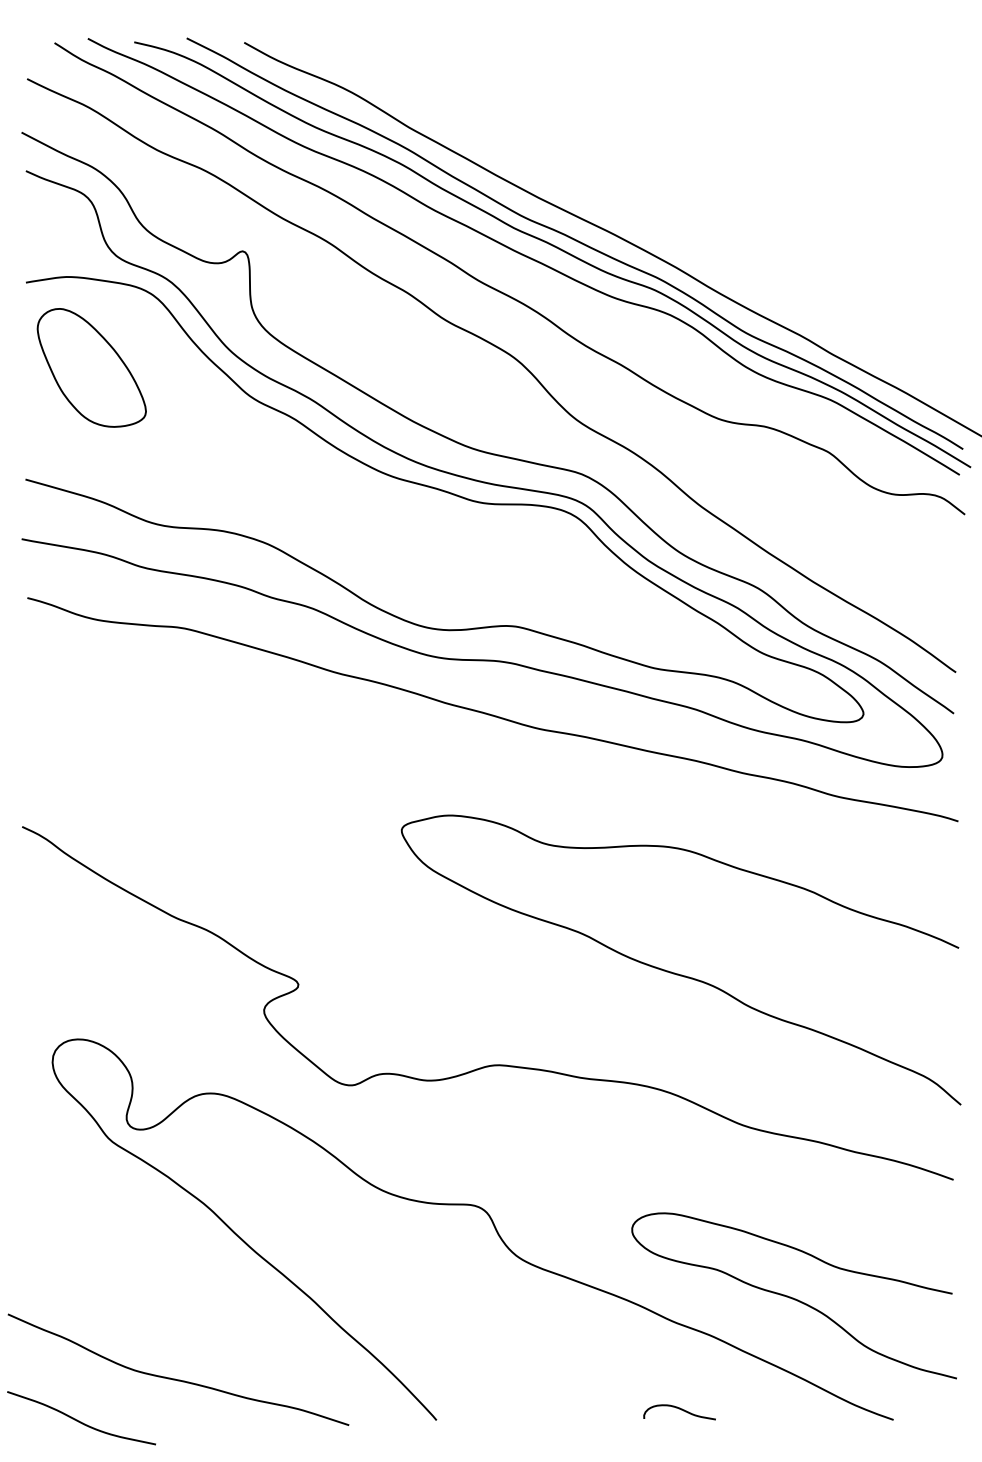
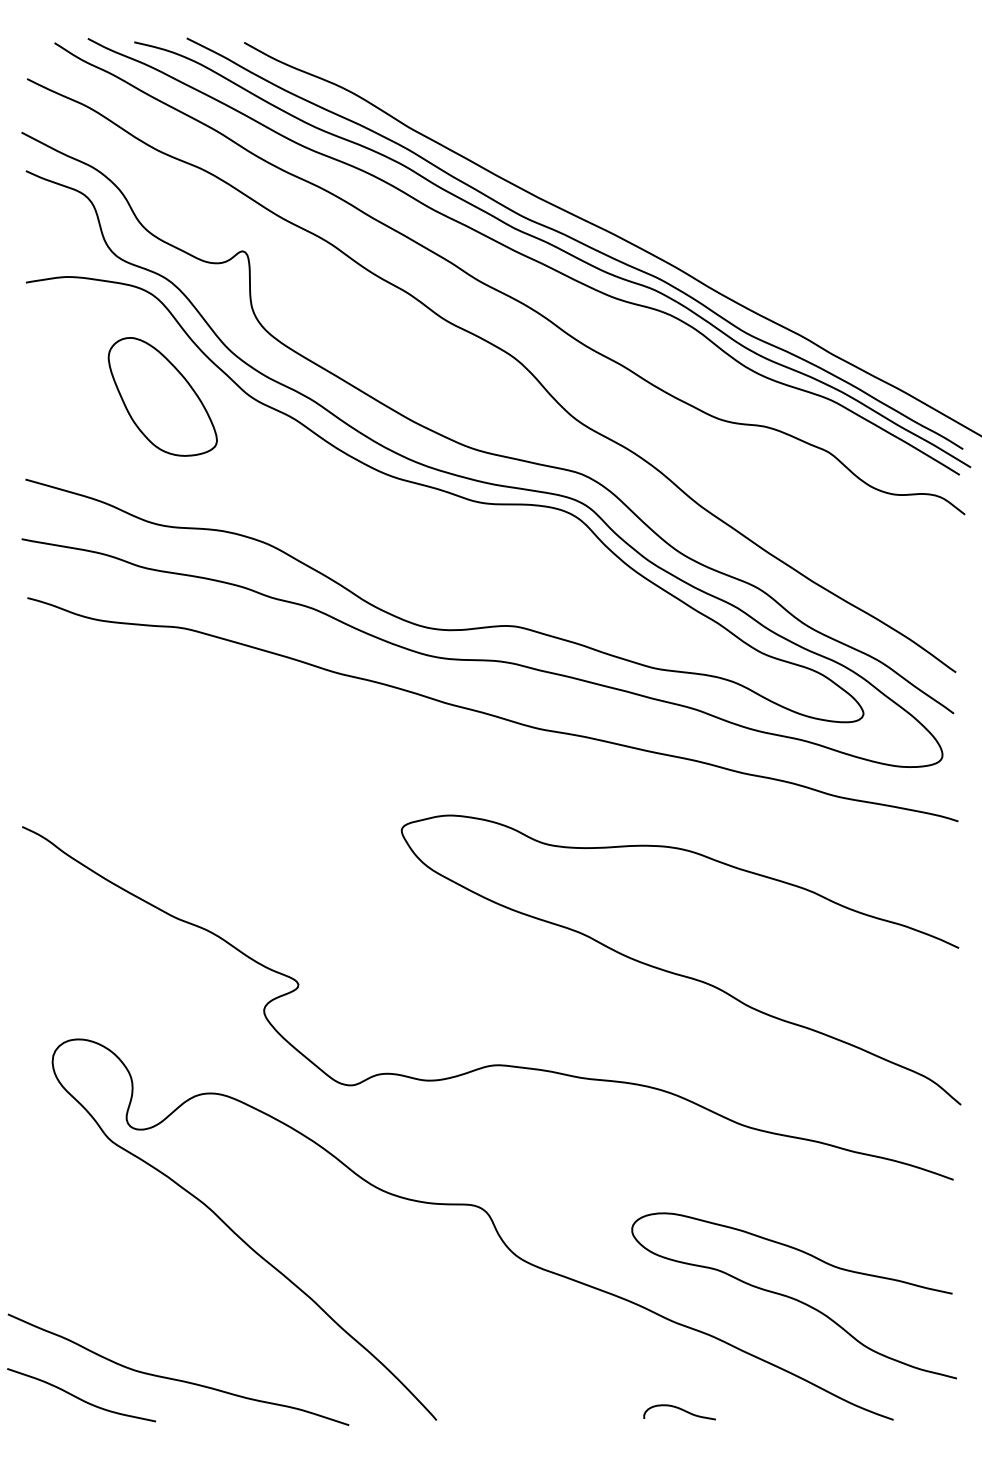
part at (91, 367) position: (91, 367) -> (162, 396)
curve at (79, 1420) position: (79, 1420) -> (79, 1397)
